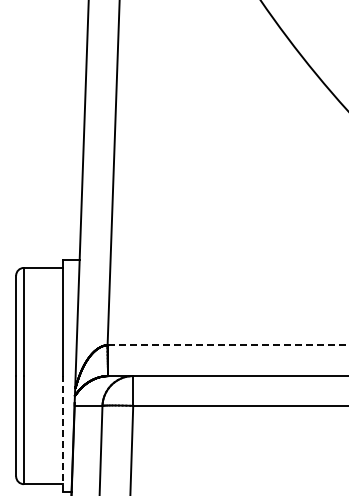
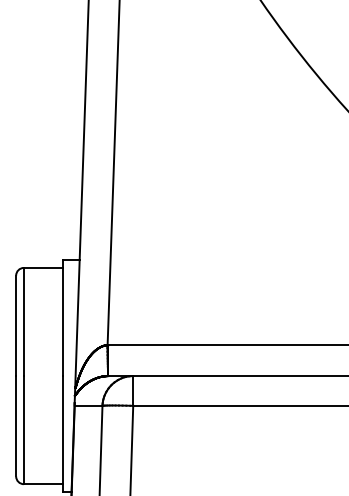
line at (228, 345): dashed -> solid
line at (62, 433): dashed -> solid
